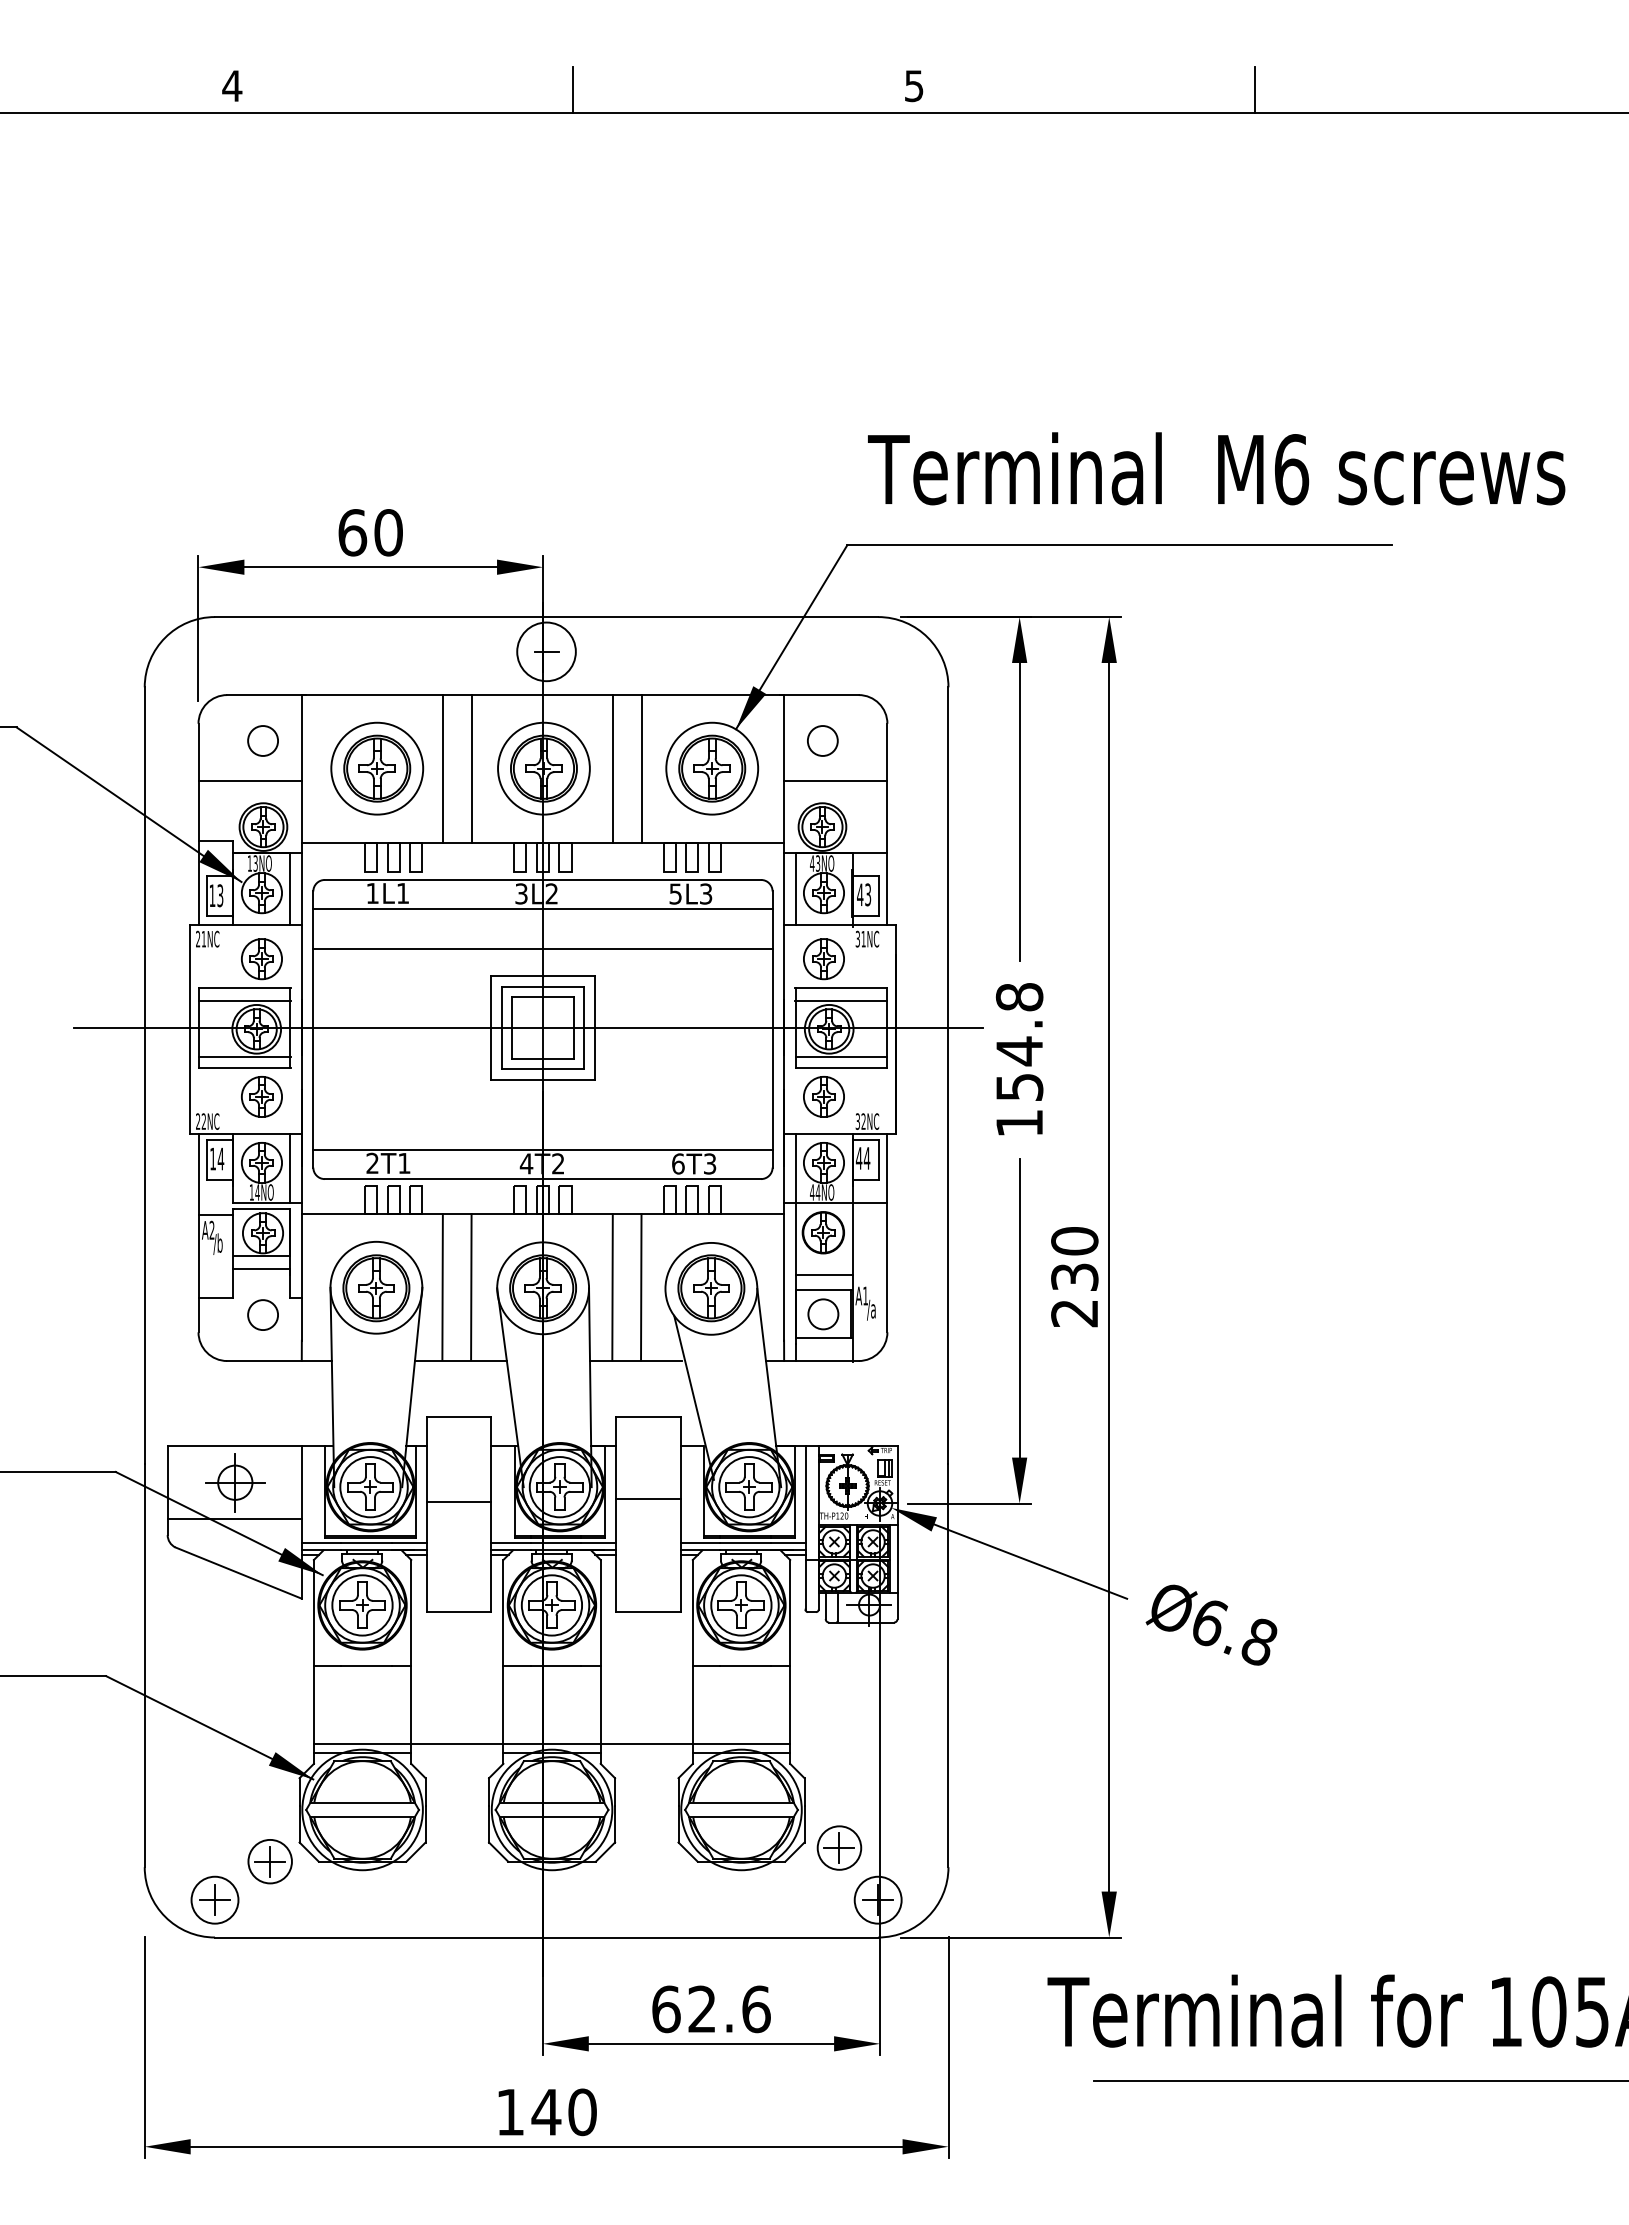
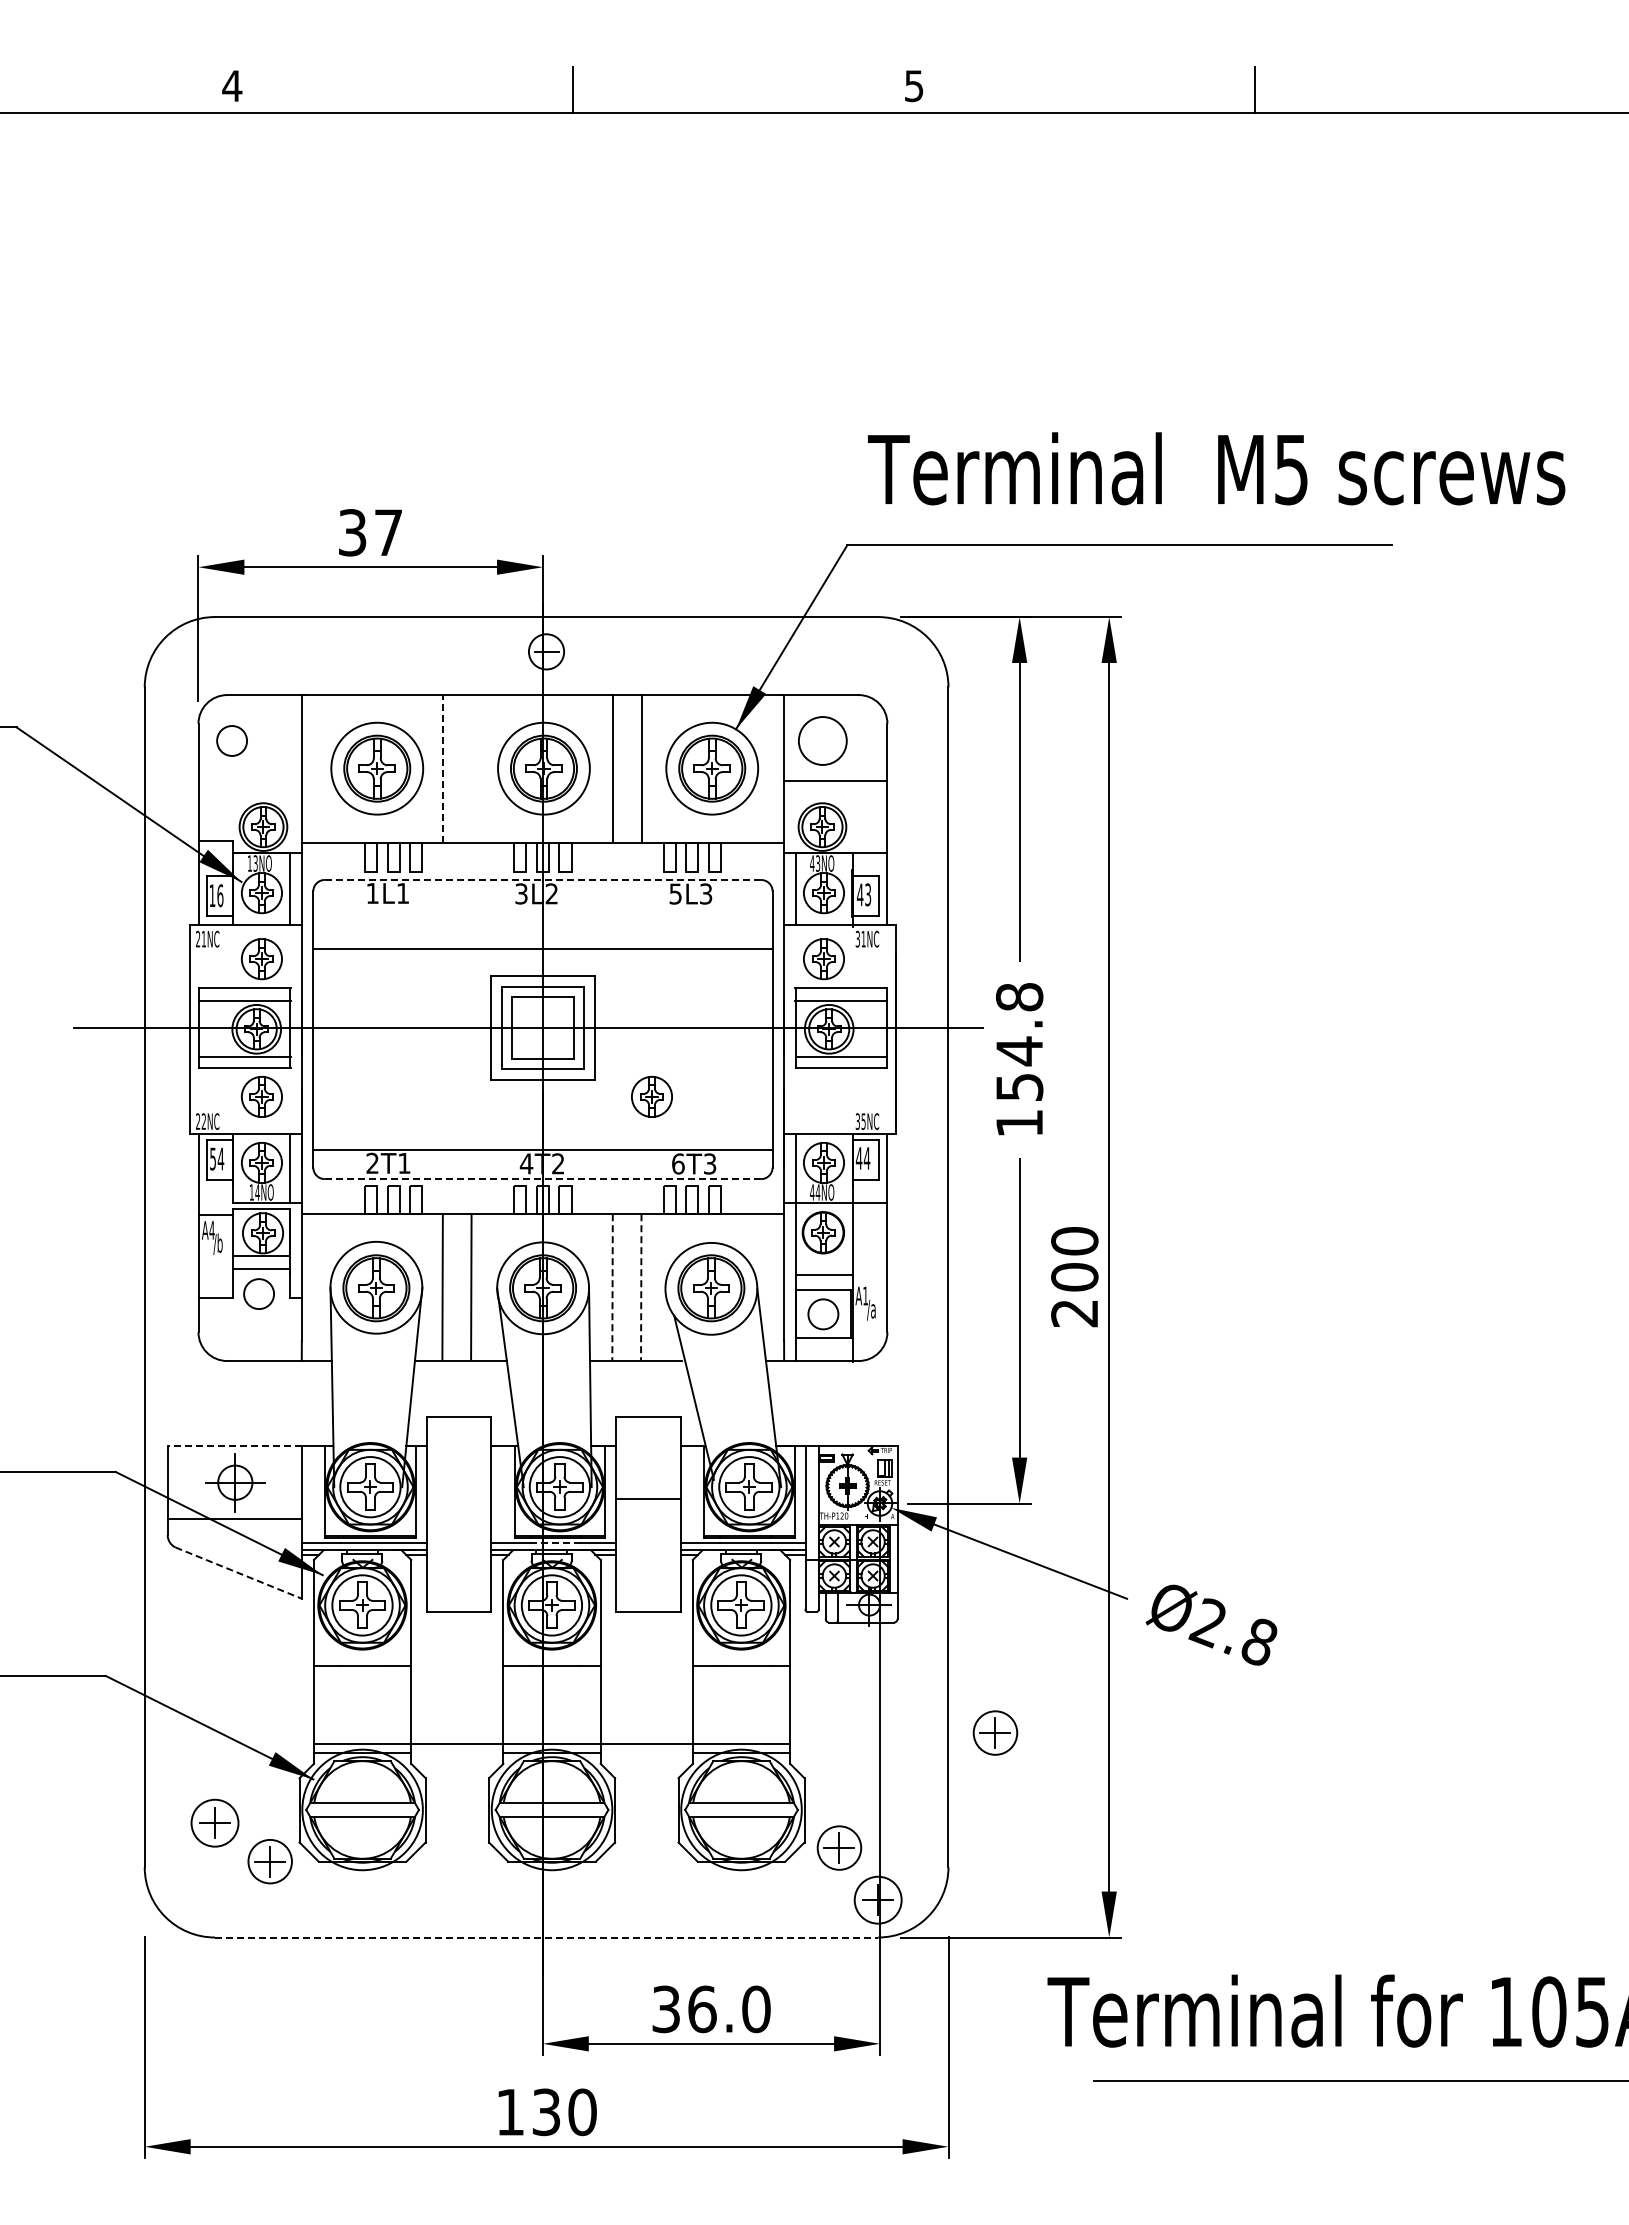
text at (1291, 469): M6 -> M5
text at (370, 532): 60 -> 37
circle at (546, 651) diameter: 59 px -> 35 px
circle at (262, 740) position: (262, 740) -> (231, 740)
circle at (822, 740) diameter: 30 px -> 48 px
line at (443, 768): solid -> dashed
line at (472, 769): present -> none
line at (249, 781): present -> none
line at (542, 879): solid -> dashed
text at (220, 895): 13 -> 16
line at (542, 908): present -> none
part at (823, 1096) position: (823, 1096) -> (651, 1096)
text at (863, 1121): 32NC -> 35NC
text at (212, 1158): 14 -> 54
line at (543, 1179): solid -> dashed
text at (211, 1229): A2 -> A4
text at (1074, 1277): 230 -> 200
line at (612, 1287): solid -> dashed
line at (641, 1287): solid -> dashed
circle at (262, 1314) position: (262, 1314) -> (258, 1293)
line at (234, 1445): solid -> dashed
line at (458, 1502): present -> none
line at (555, 1542): solid -> dashed
line at (239, 1573): solid -> dashed
text at (1208, 1623): Ø6.8 -> Ø2.8
part at (995, 1732): none -> present
part at (214, 1899) position: (214, 1899) -> (214, 1822)
line at (546, 1937): solid -> dashed
text at (711, 2009): 62.6 -> 36.0
text at (546, 2112): 140 -> 130
